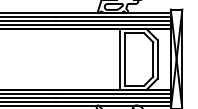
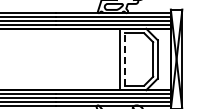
line at (124, 58): solid -> dashed
